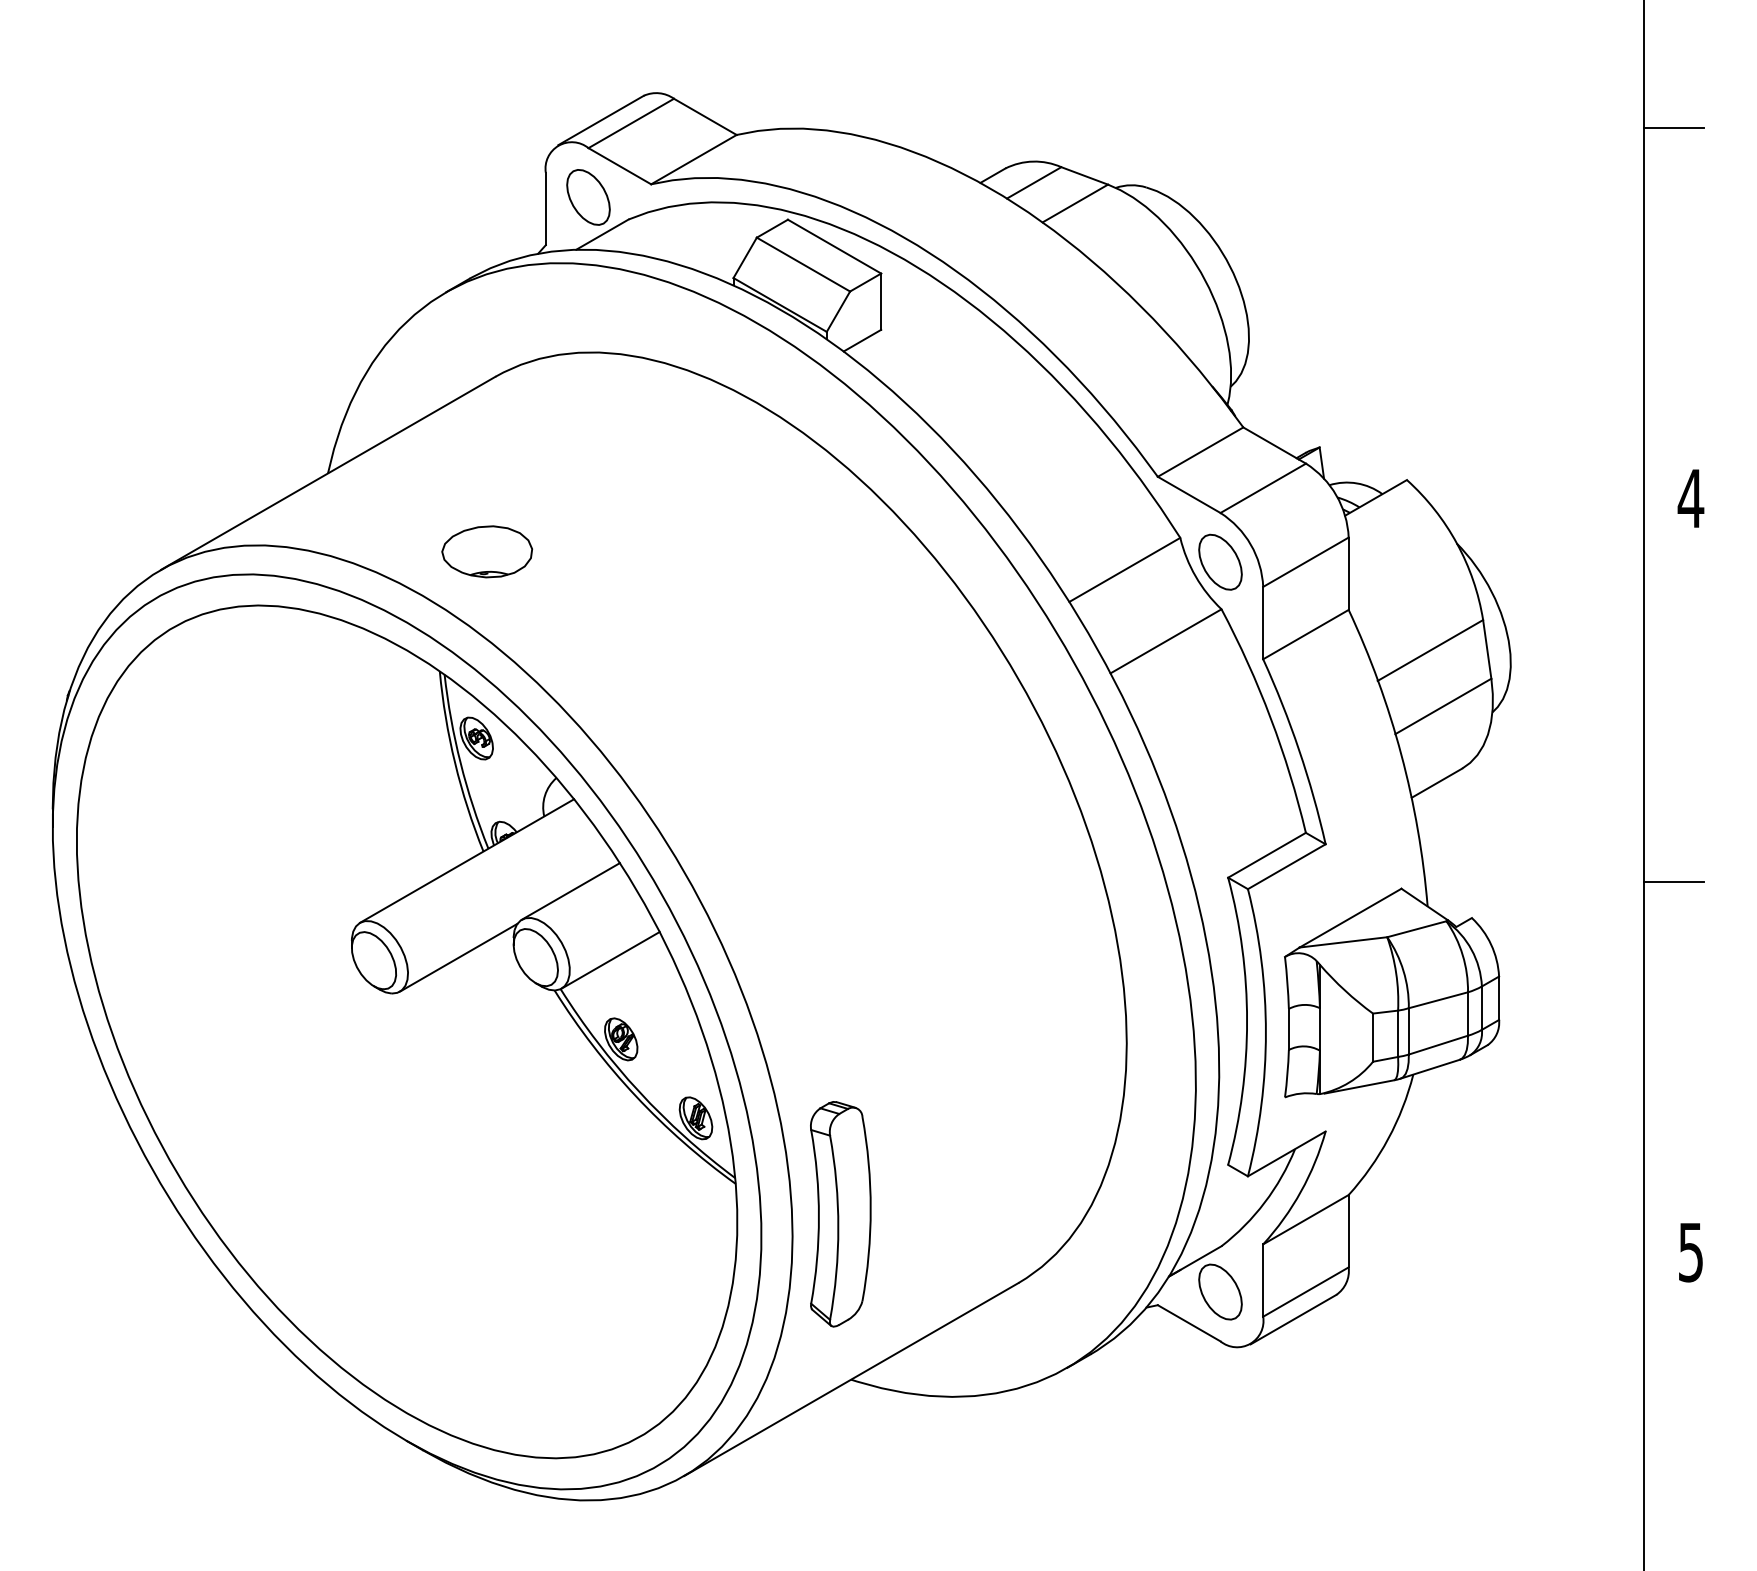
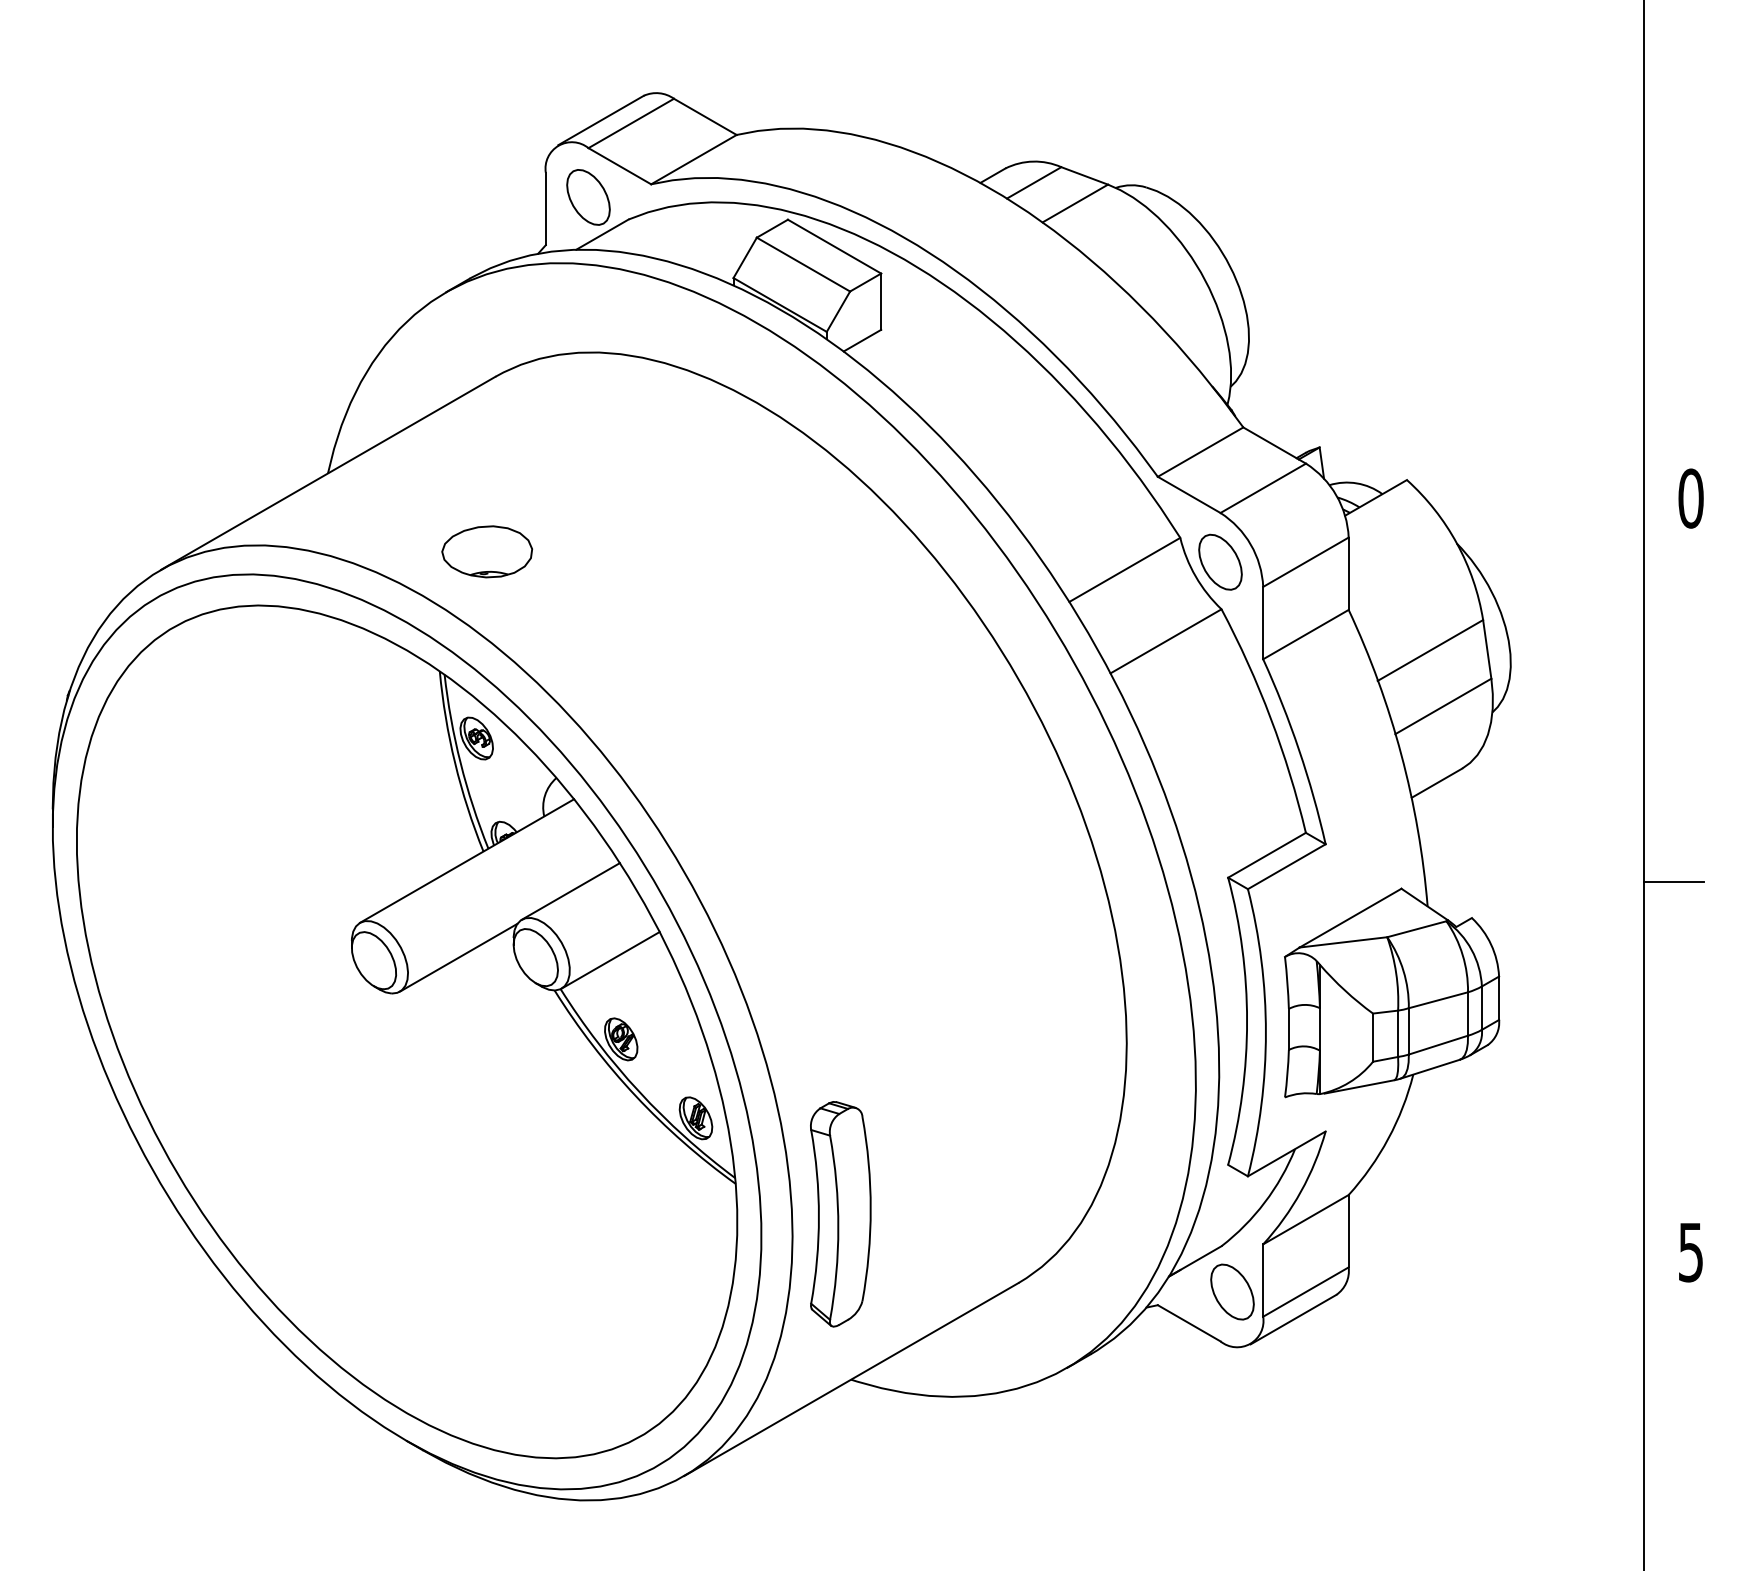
line at (1673, 127): present -> none
text at (1690, 498): 4 -> 0
part at (1220, 1291) position: (1220, 1291) -> (1232, 1291)
